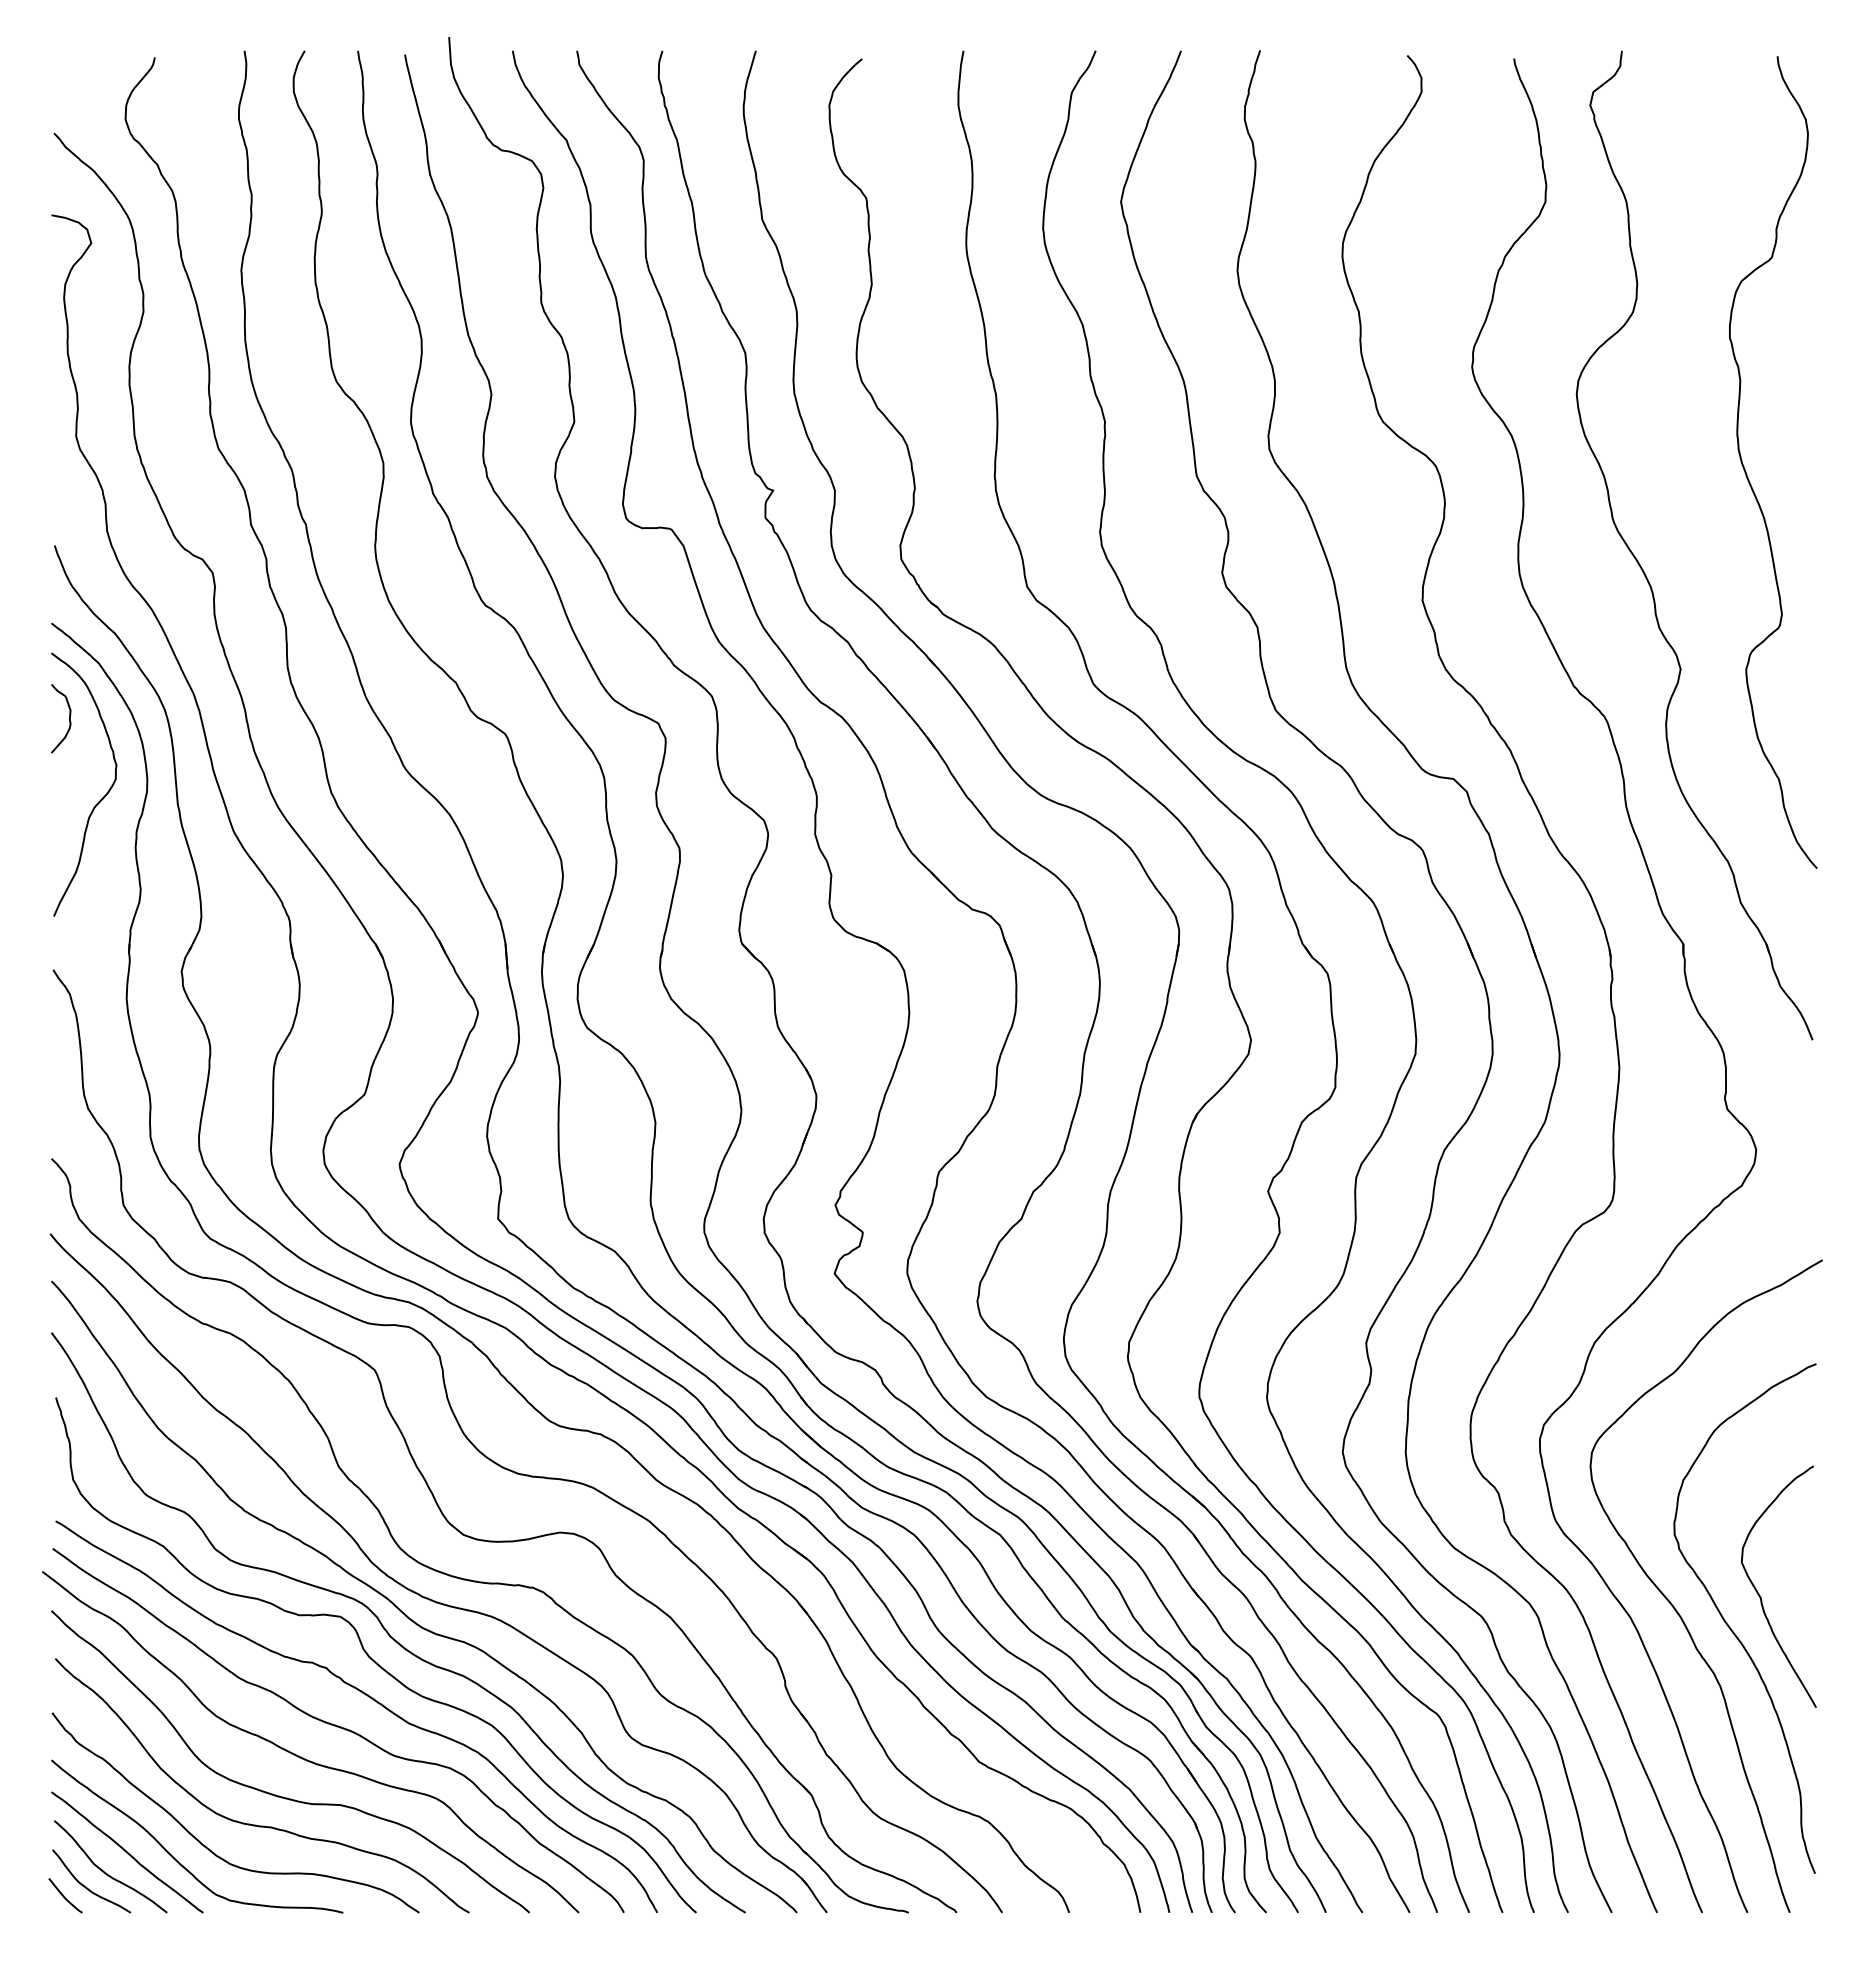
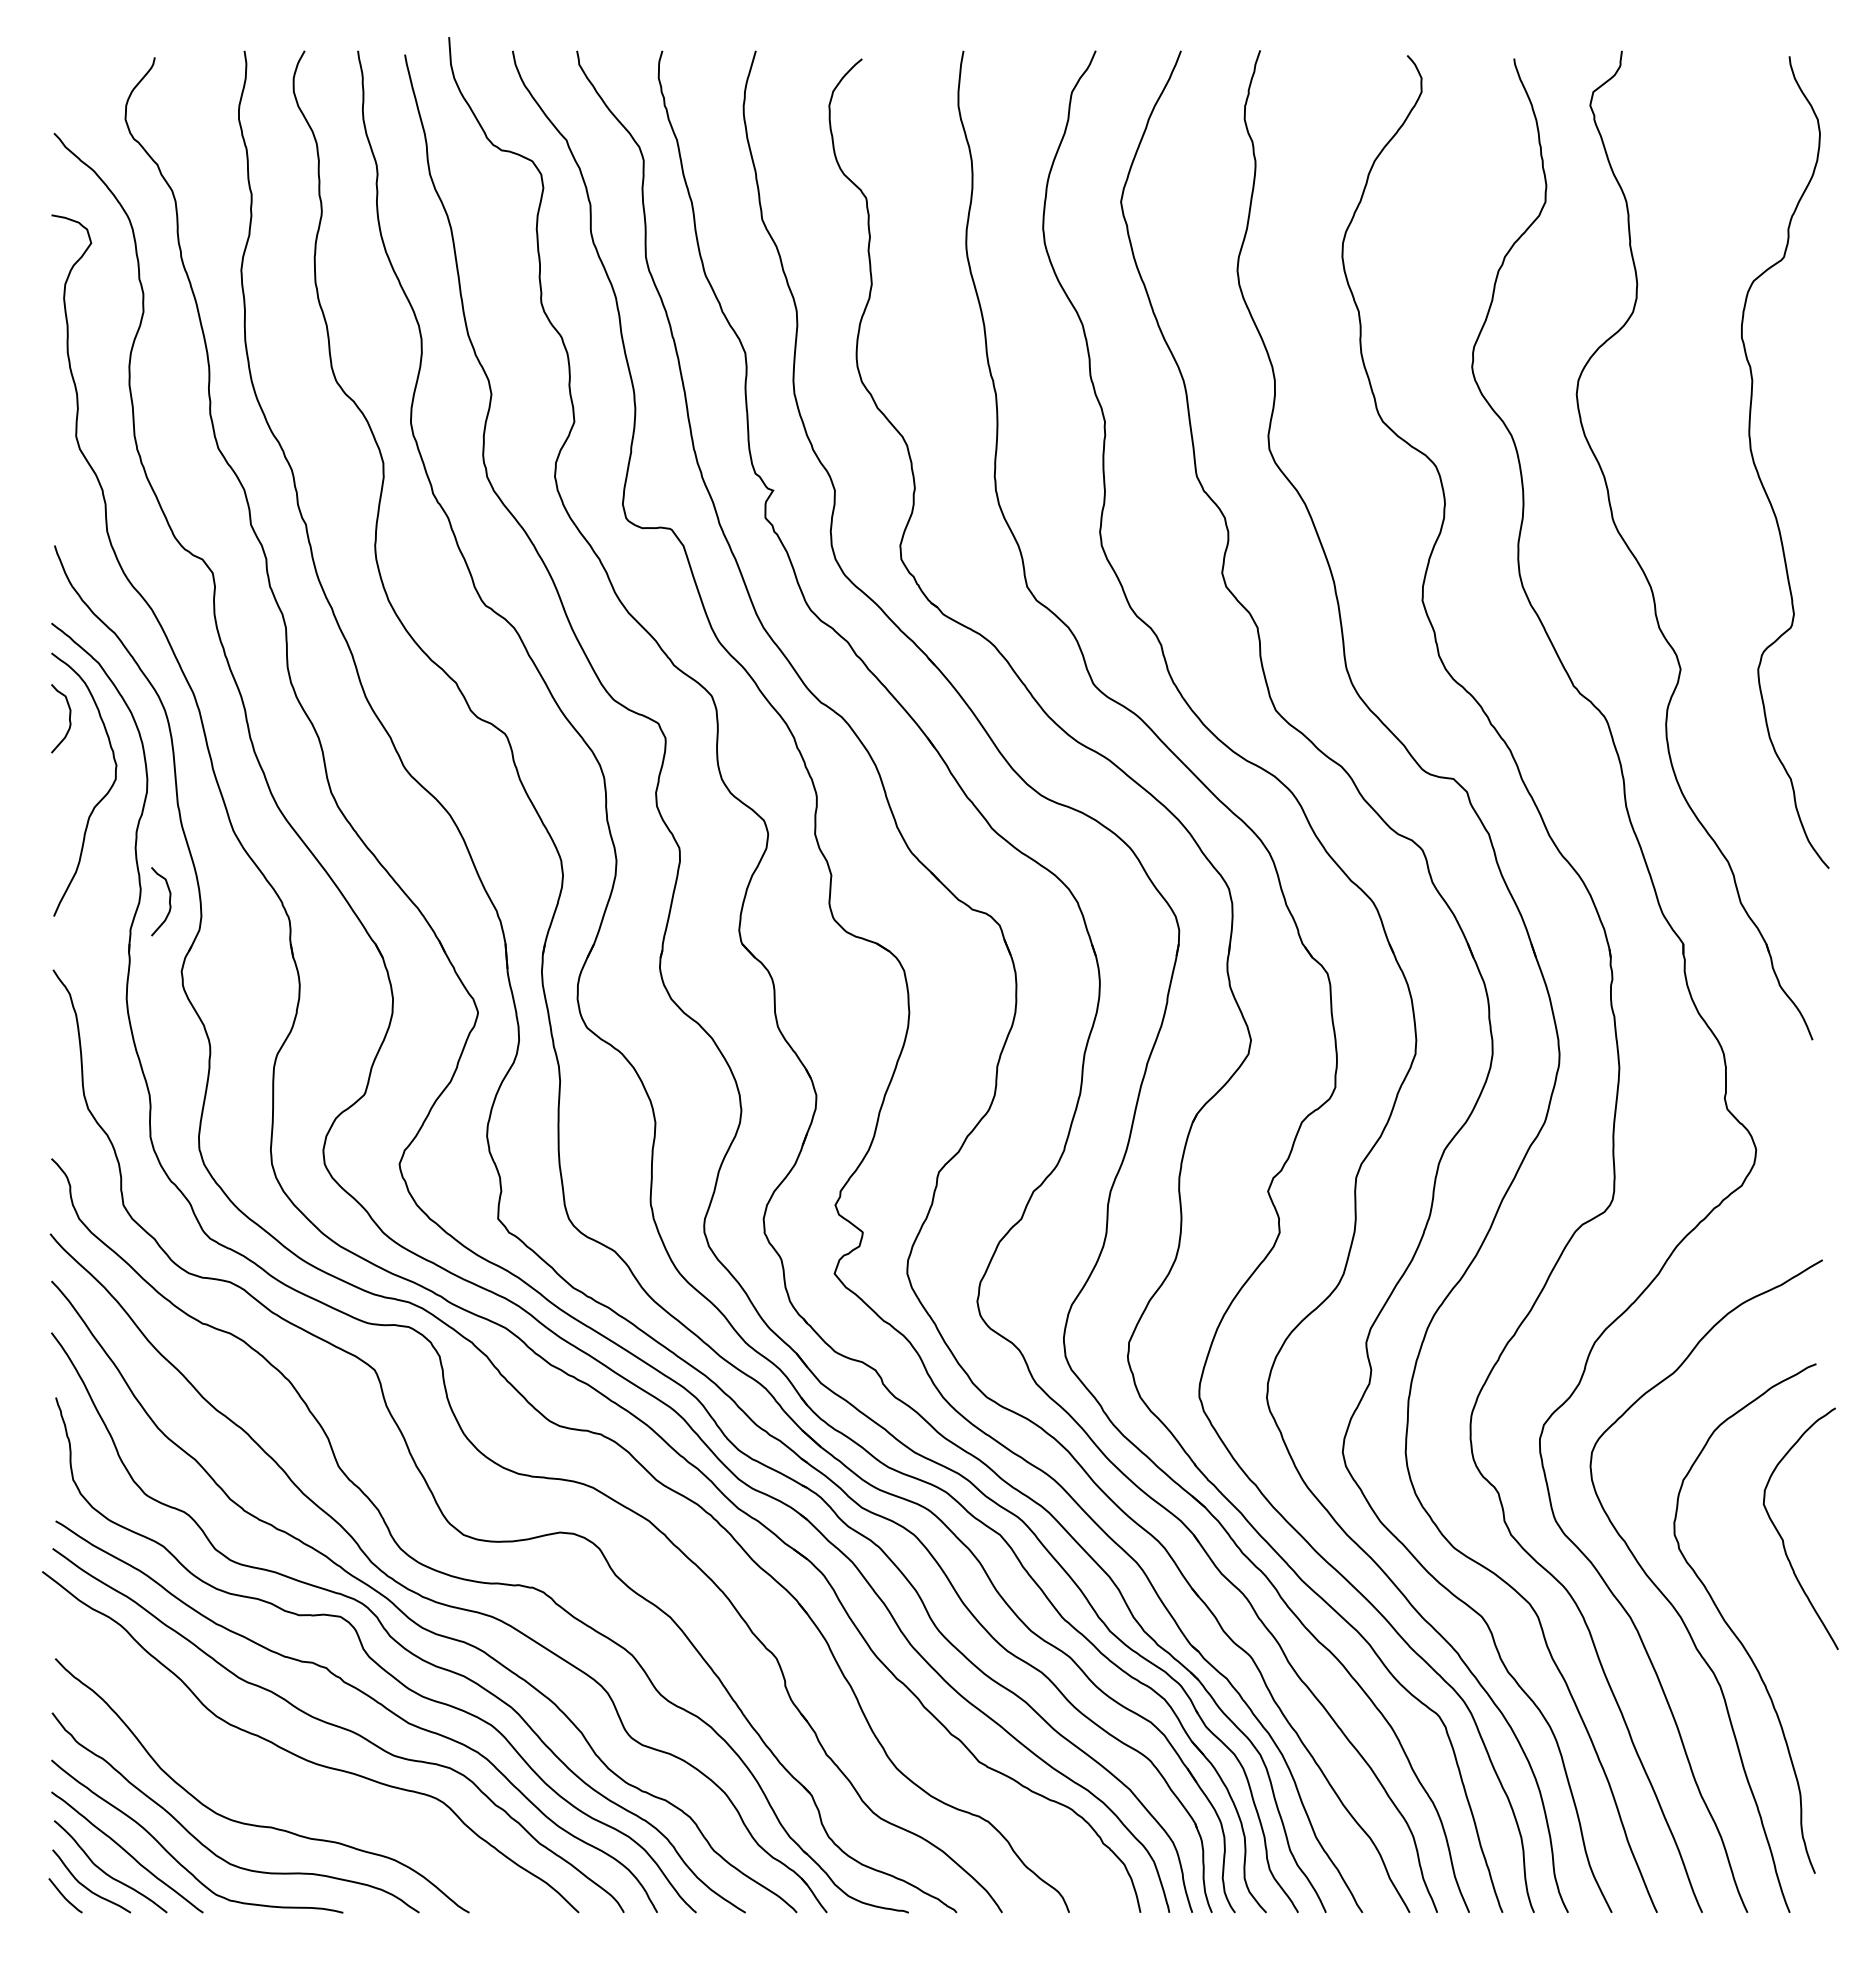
curve at (1746, 471) position: (1746, 471) -> (1758, 471)
curve at (169, 901): none -> present
curve at (1760, 1595) position: (1760, 1595) -> (1782, 1537)
curve at (283, 1796): present -> none
